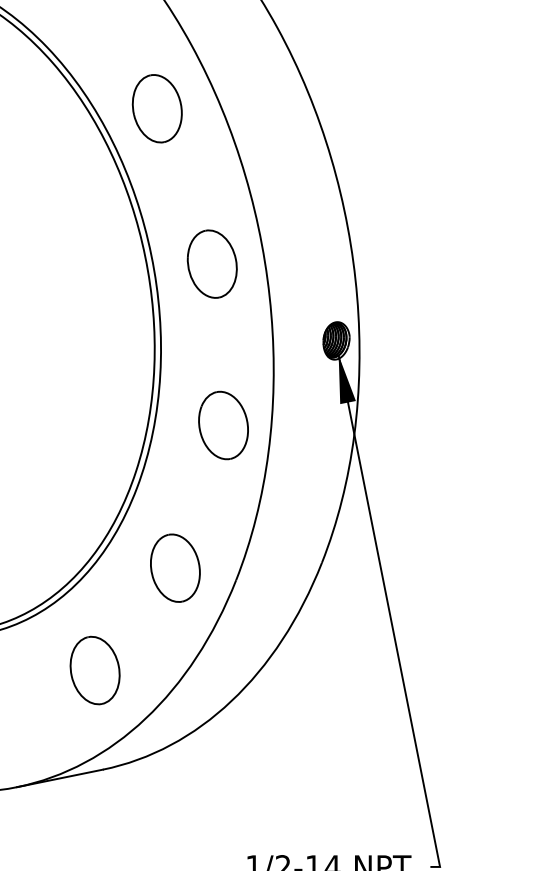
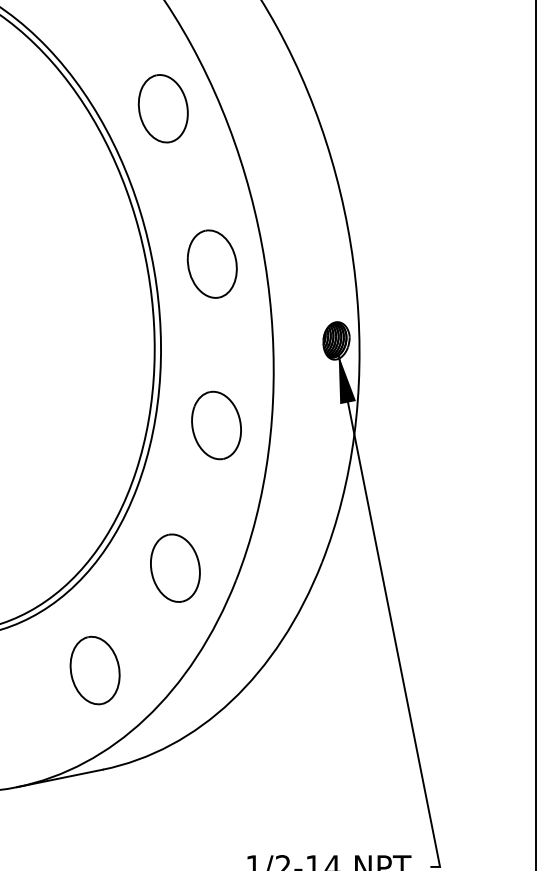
part at (156, 108) position: (156, 108) -> (162, 108)
part at (223, 425) position: (223, 425) -> (216, 425)
line at (535, 434): none -> present
